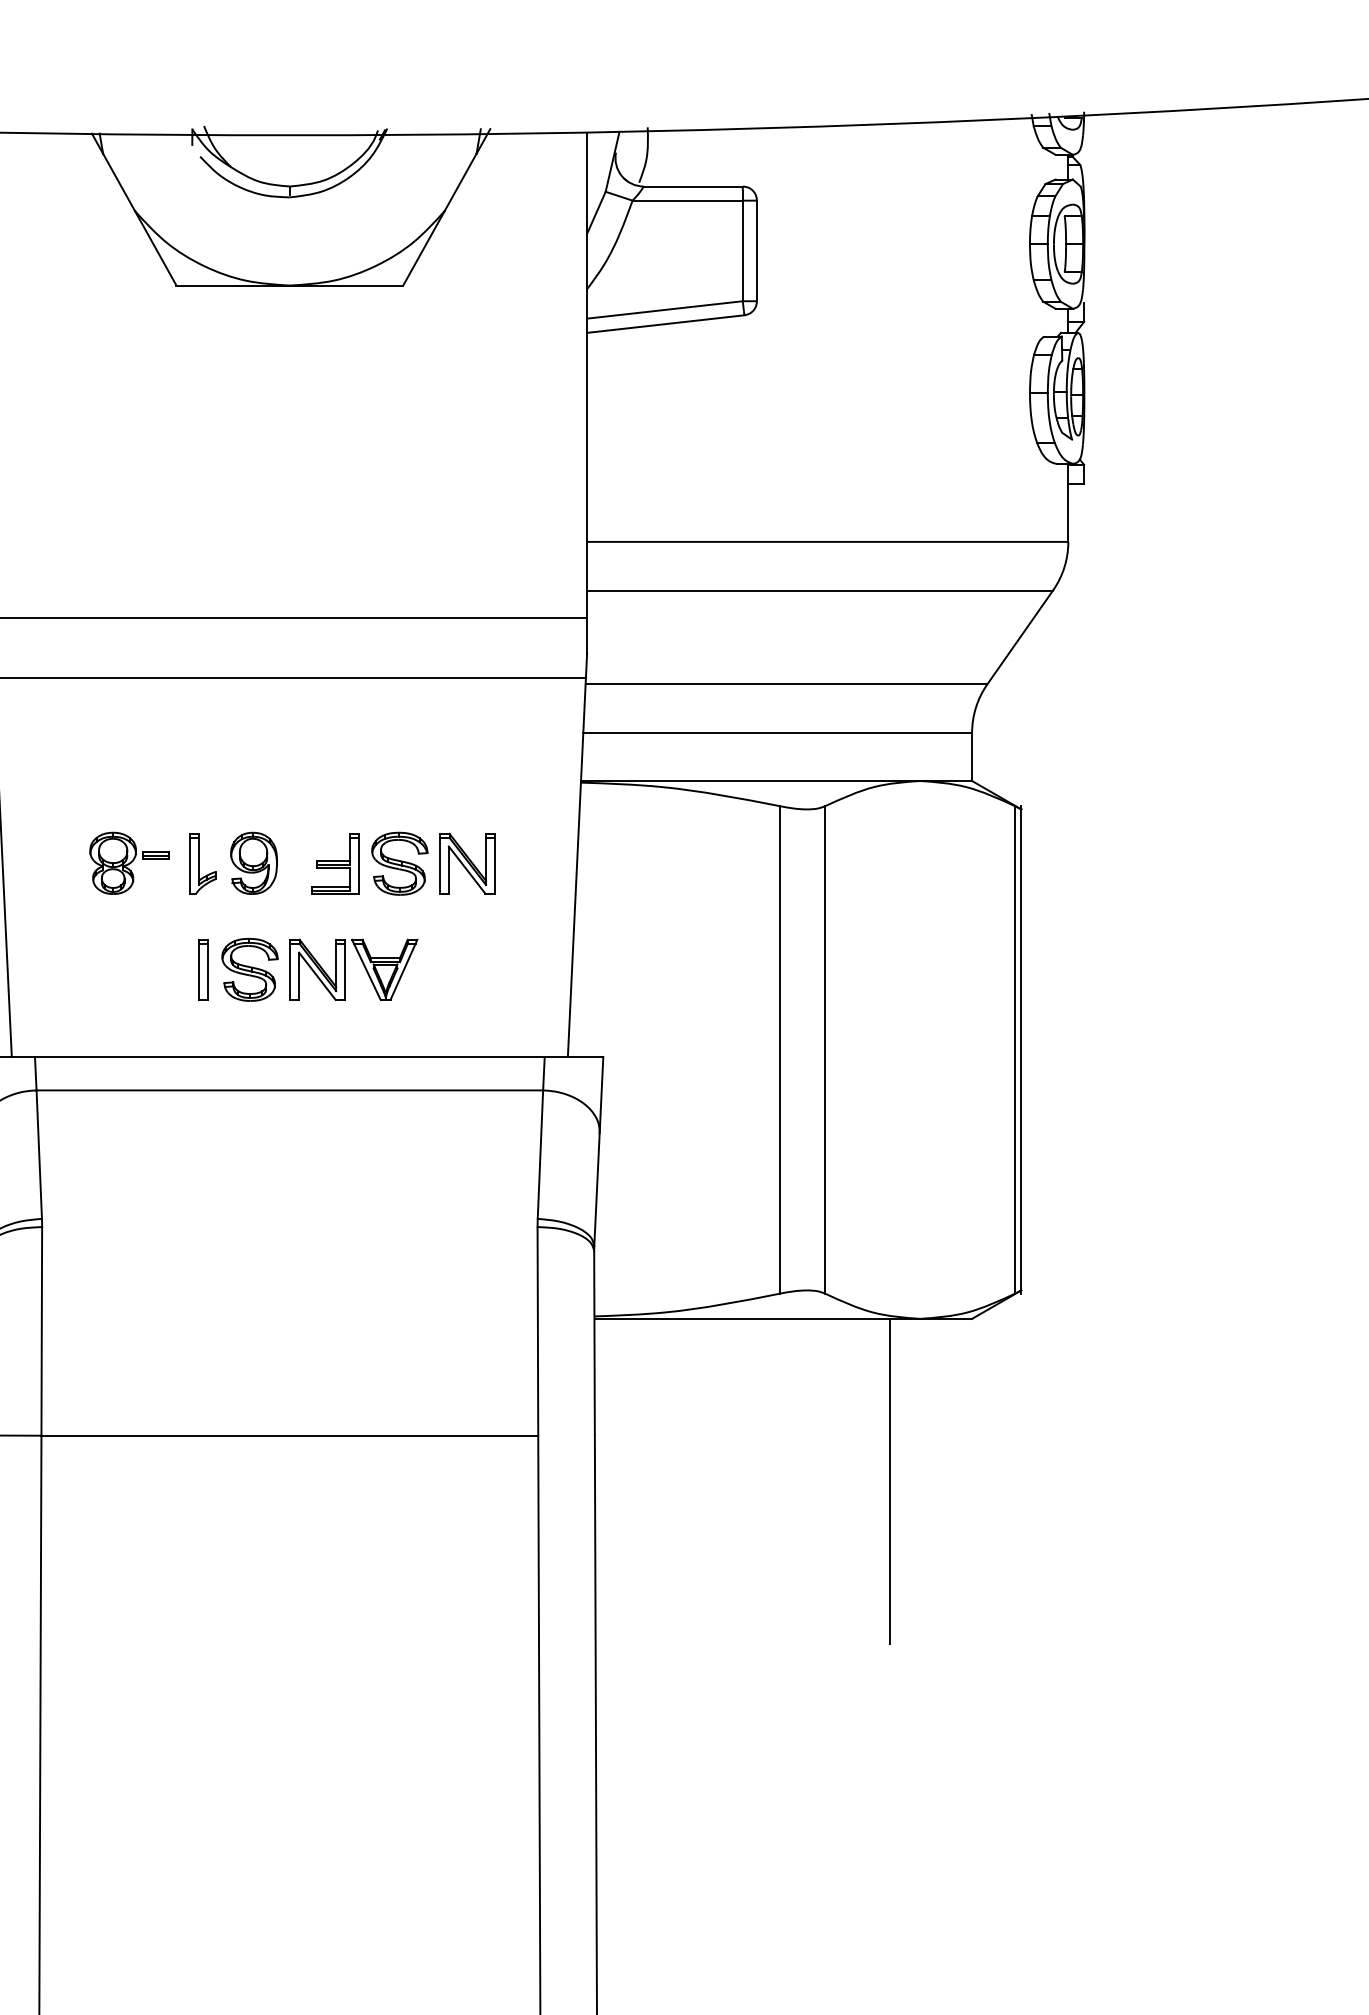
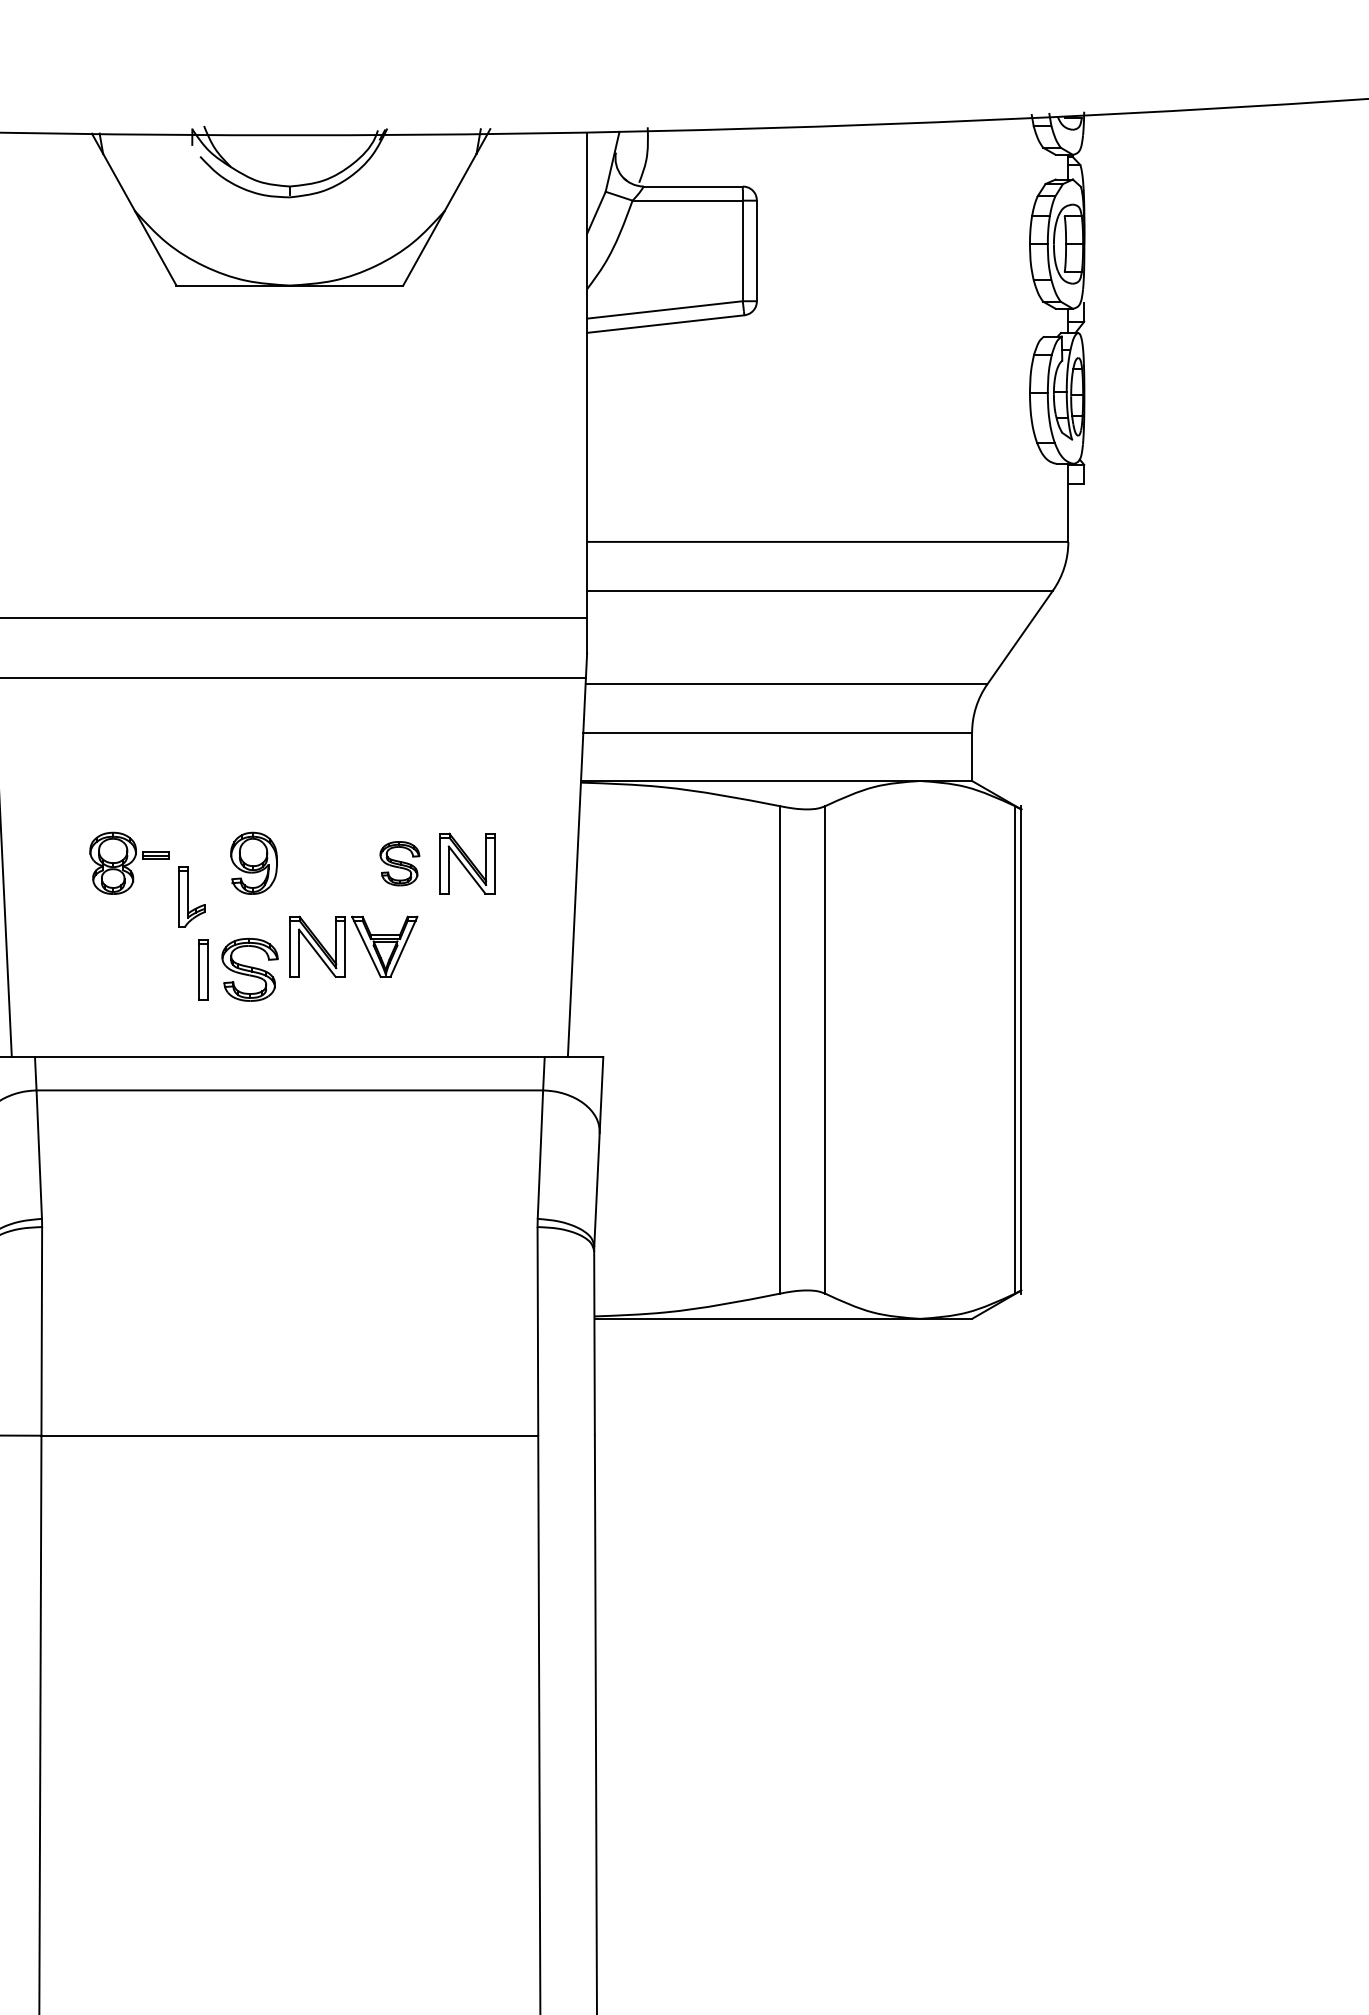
part at (202, 863) position: (202, 863) -> (191, 896)
part at (335, 863): present -> none
part at (399, 863) size: 58x65 px -> 42x46 px
part at (345, 969) position: (345, 969) -> (345, 946)
line at (890, 1481): present -> none
